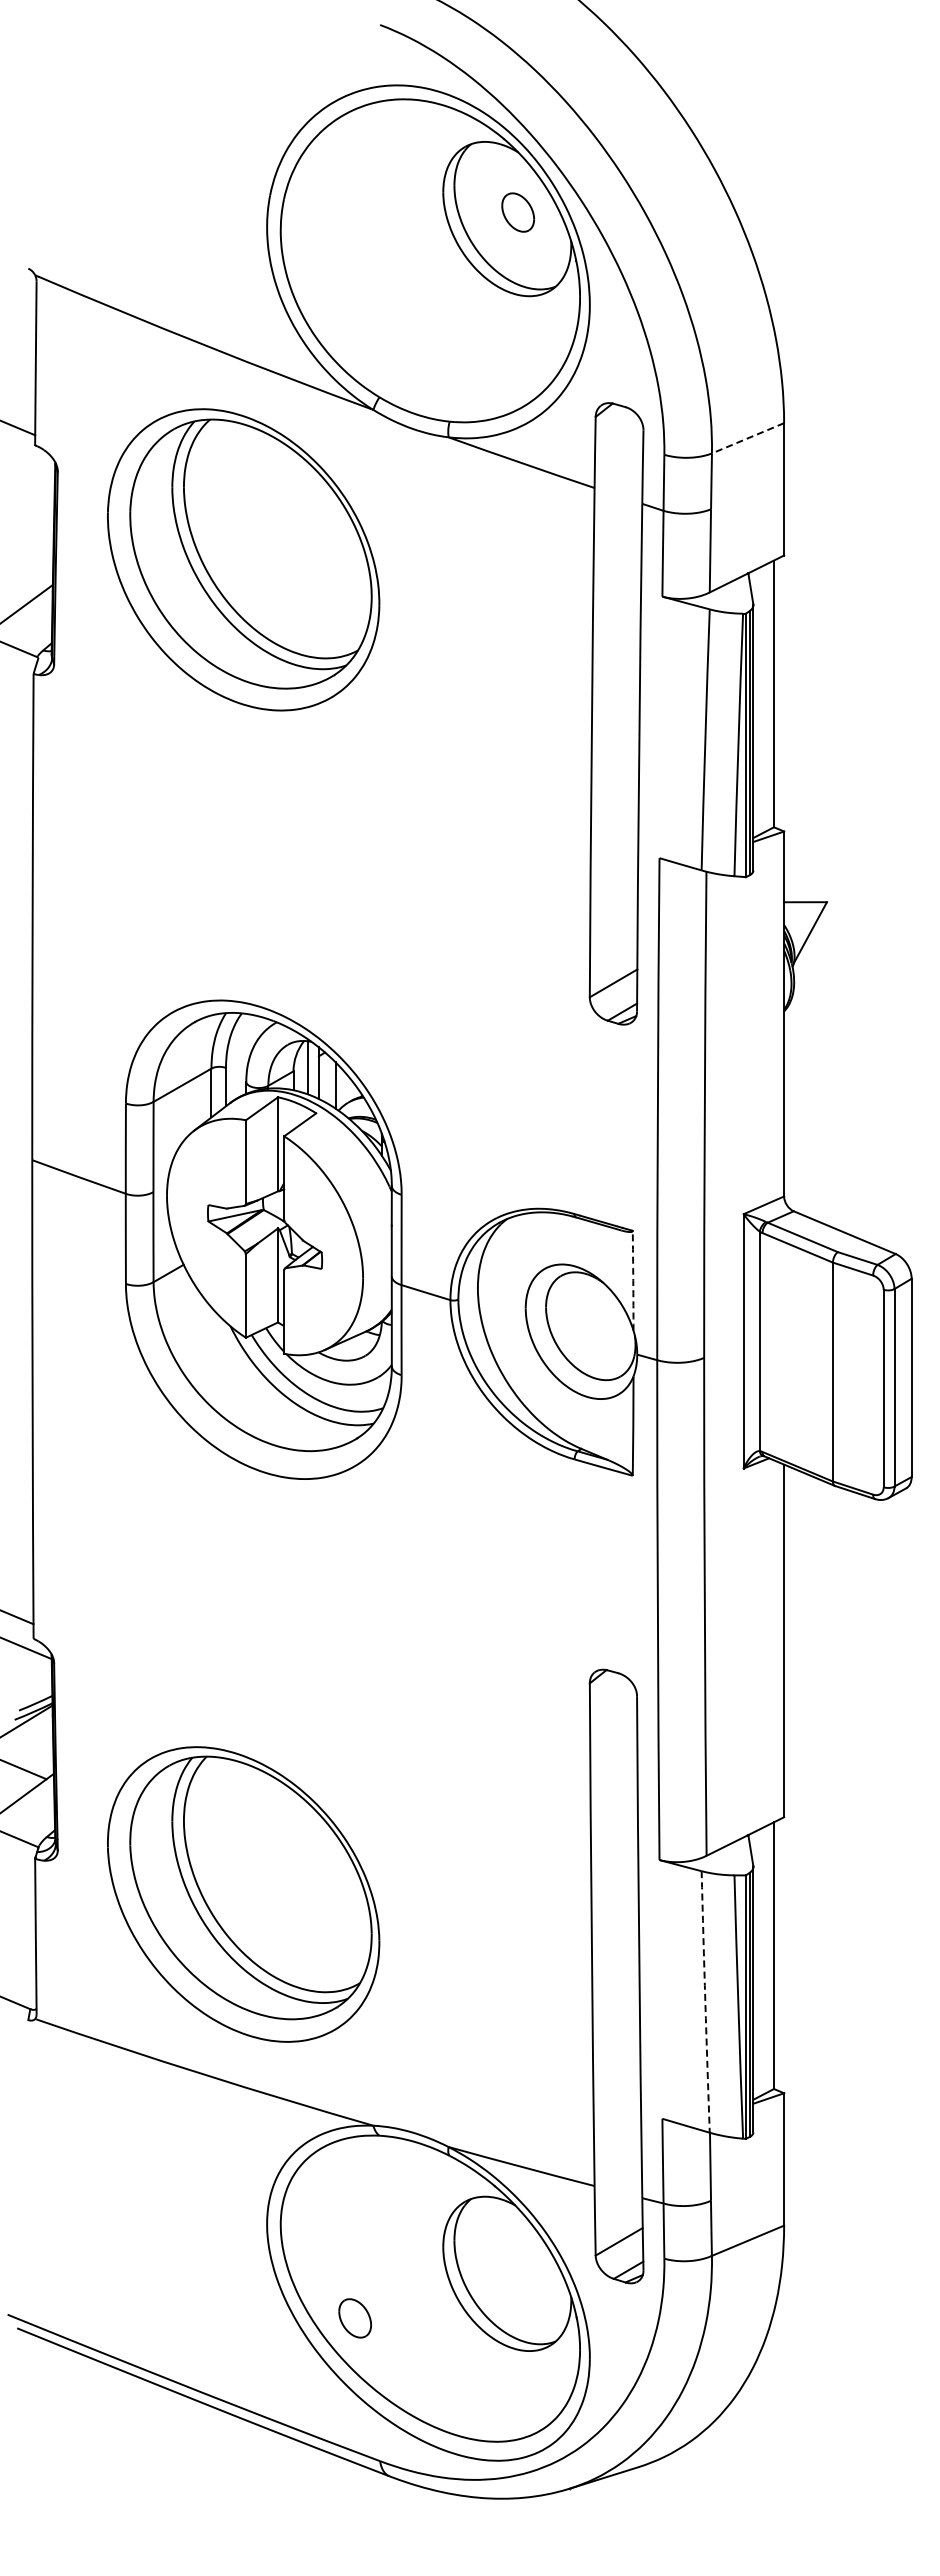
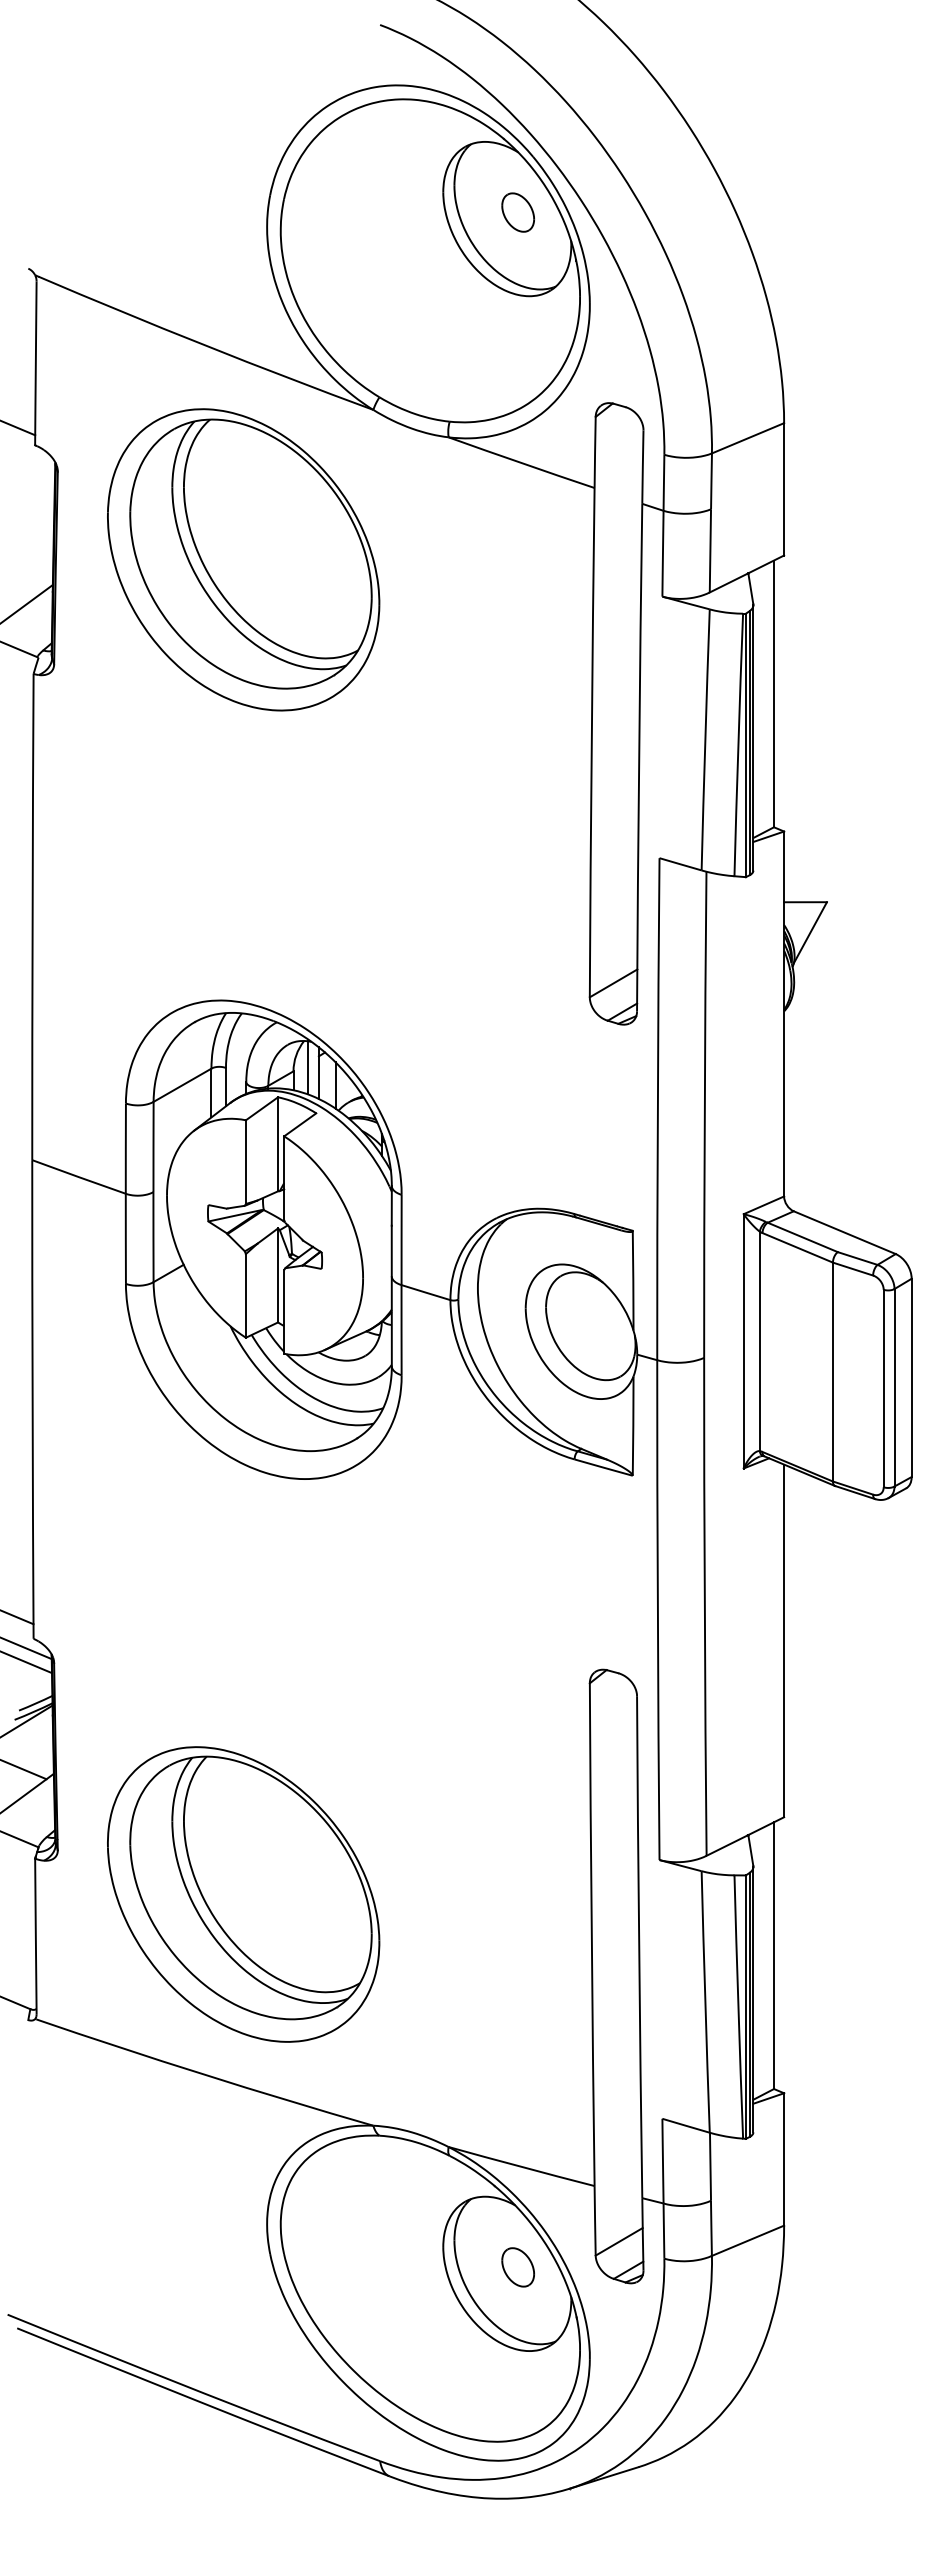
line at (747, 438): dashed -> solid
arc at (633, 1280): dashed -> solid
line at (26, 1662): none -> present
arc at (705, 2001): dashed -> solid
part at (354, 2318) position: (354, 2318) -> (517, 2267)
